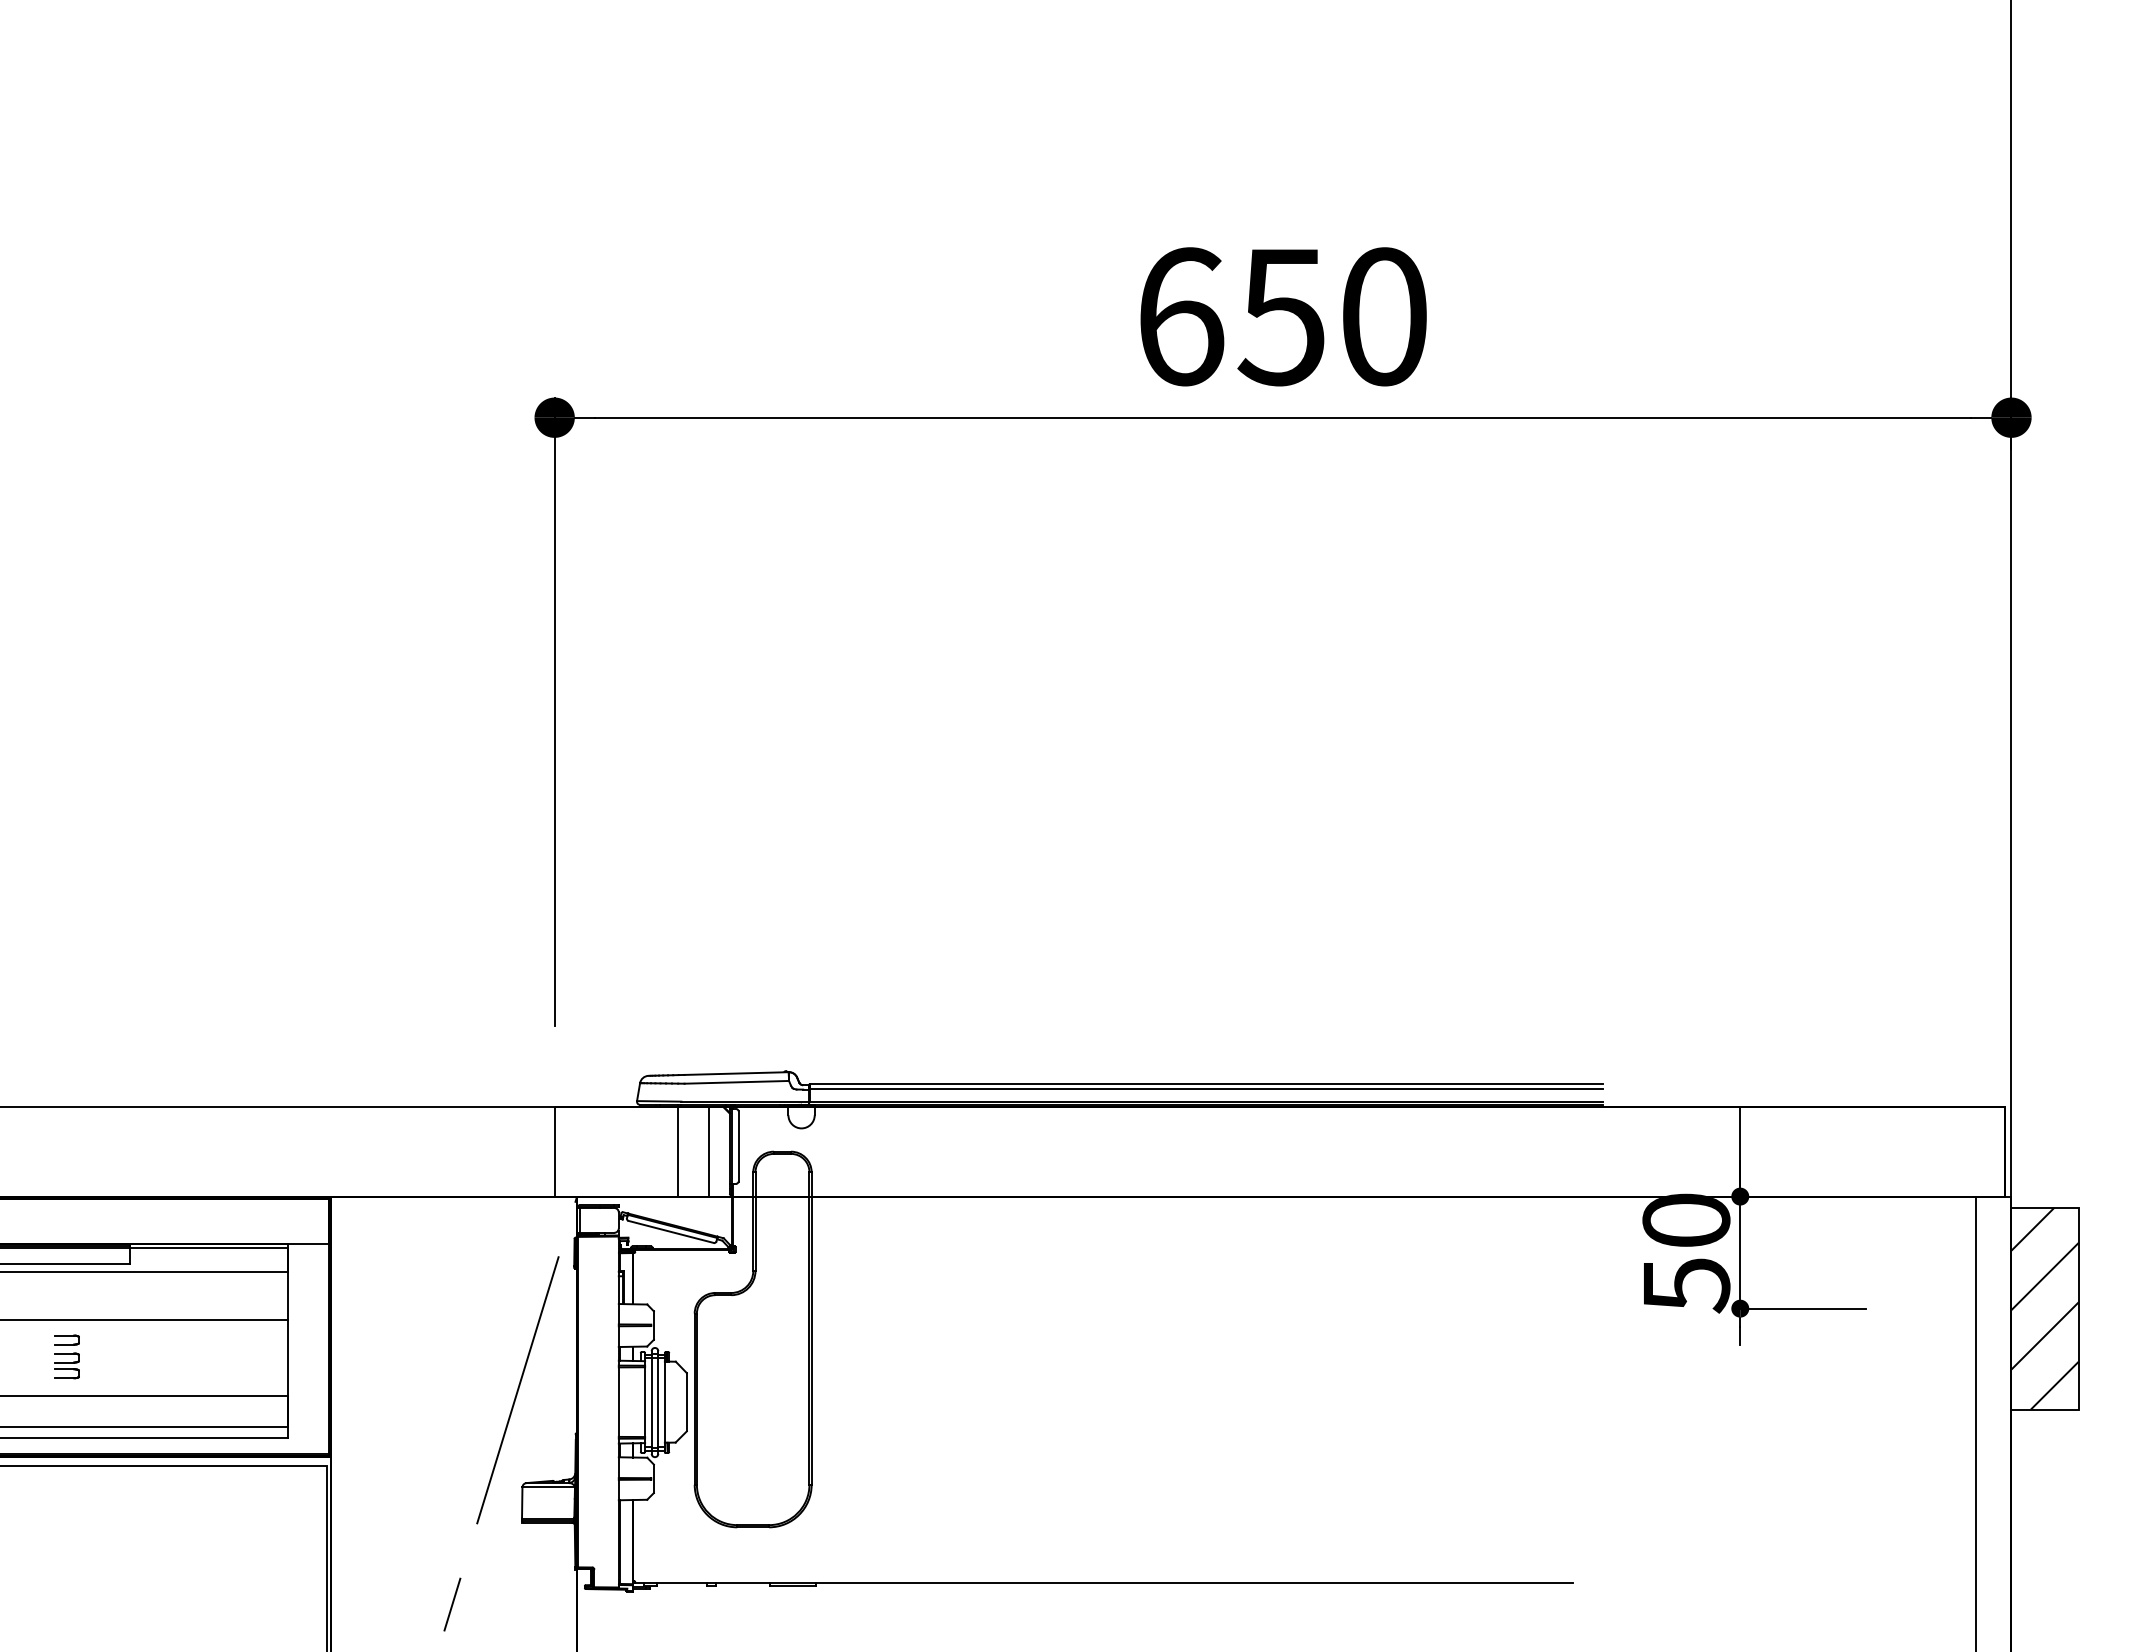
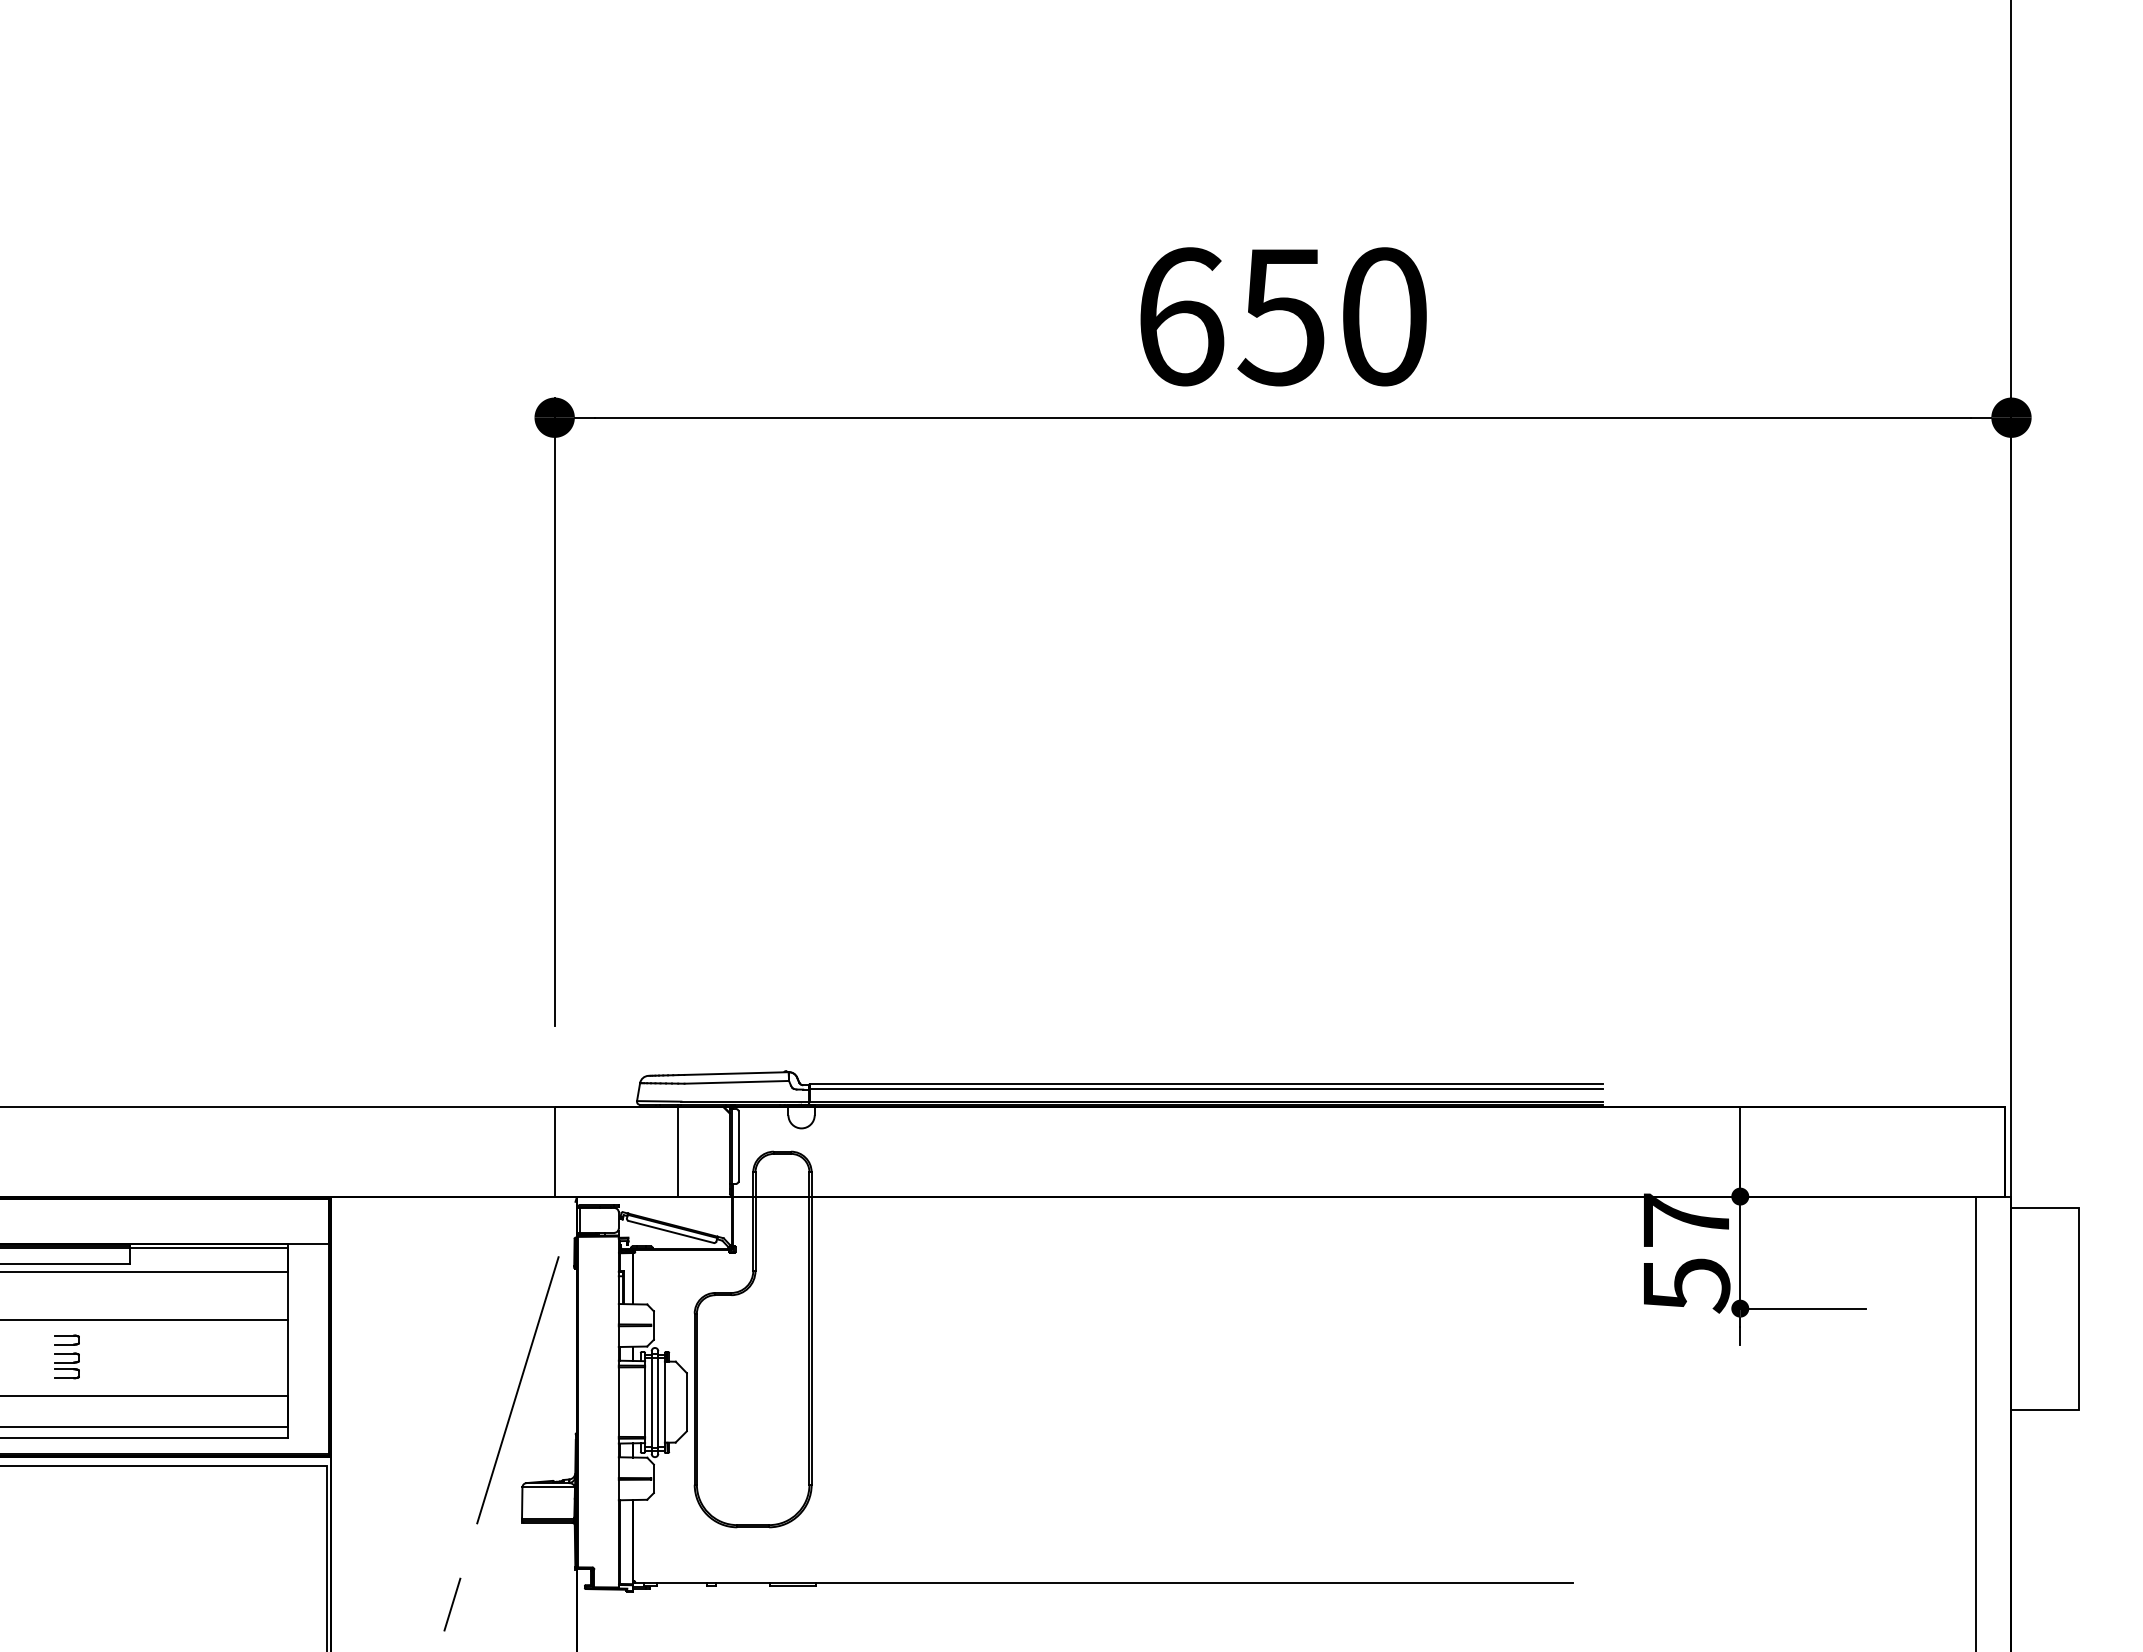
line at (709, 1151): present -> none
text at (1686, 1219): 50 -> 57
hatch at (2044, 1308): present -> none
